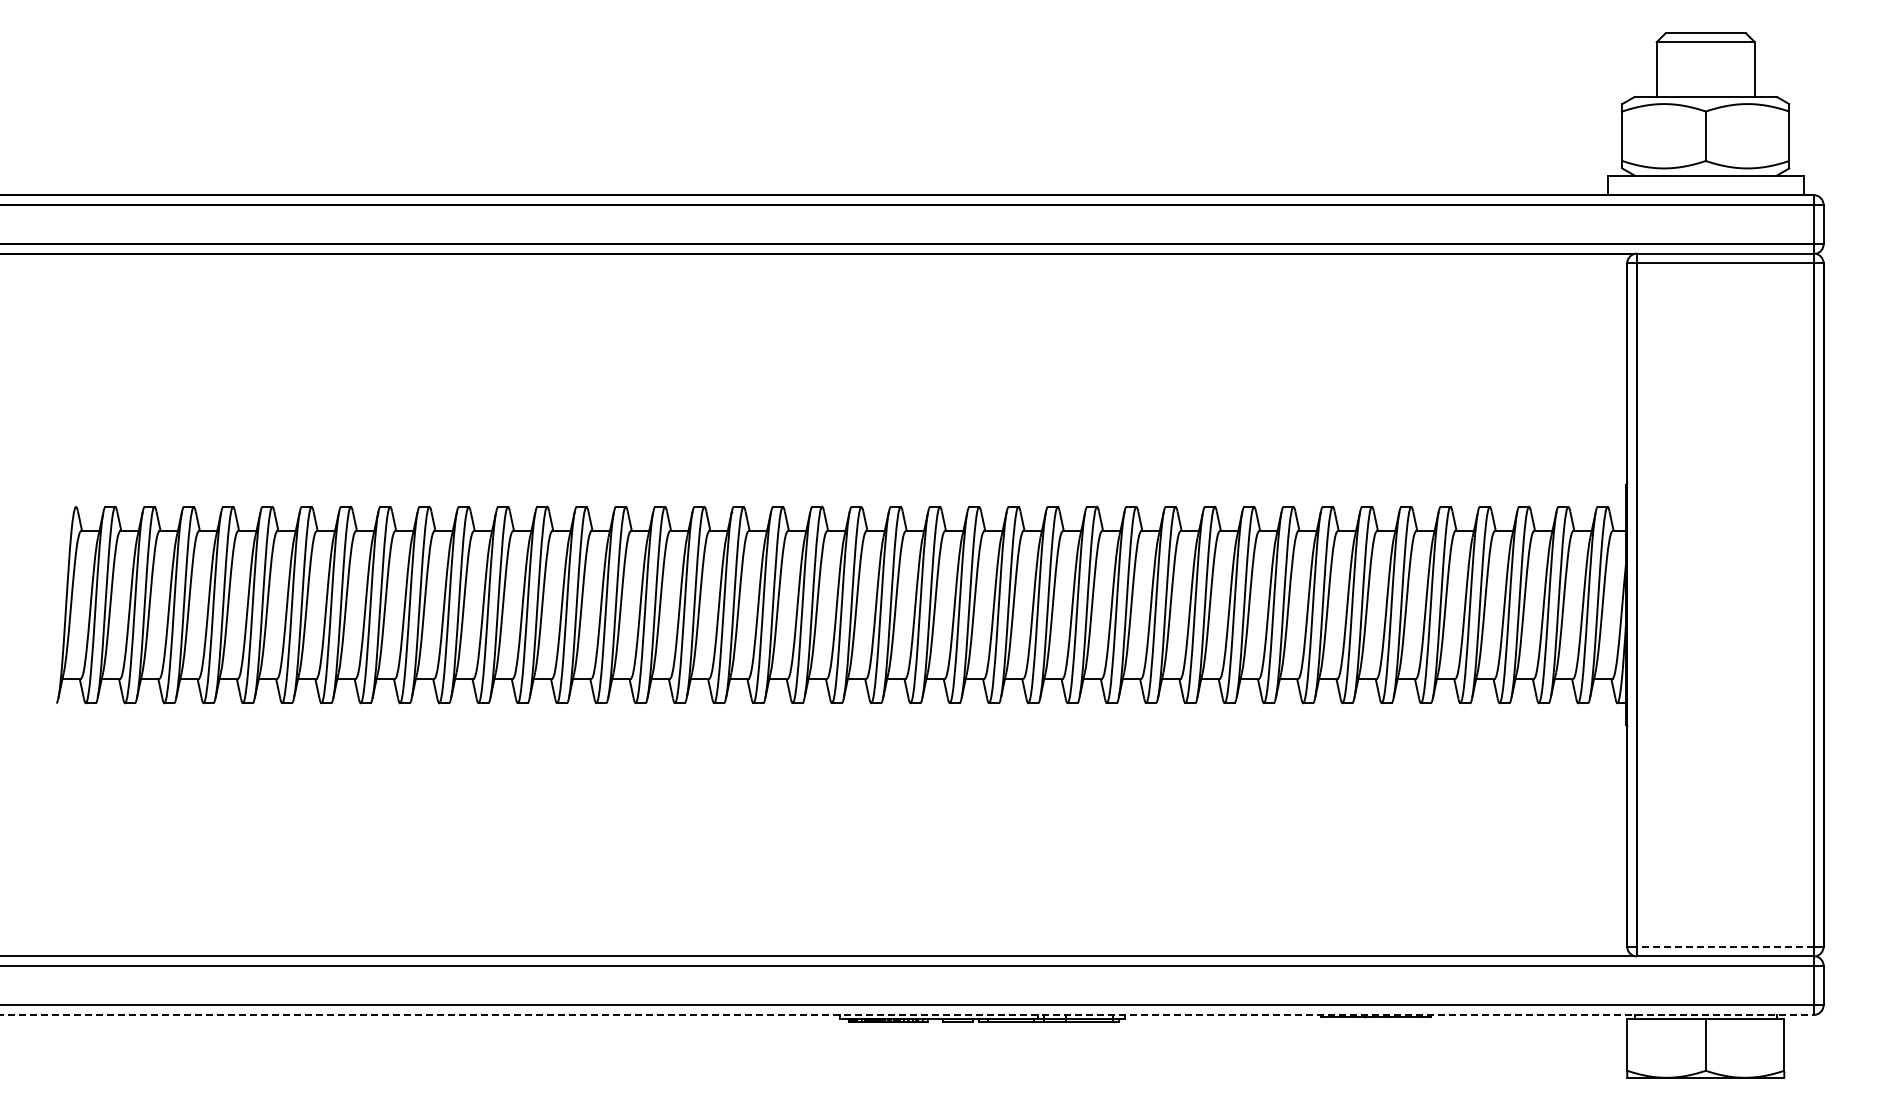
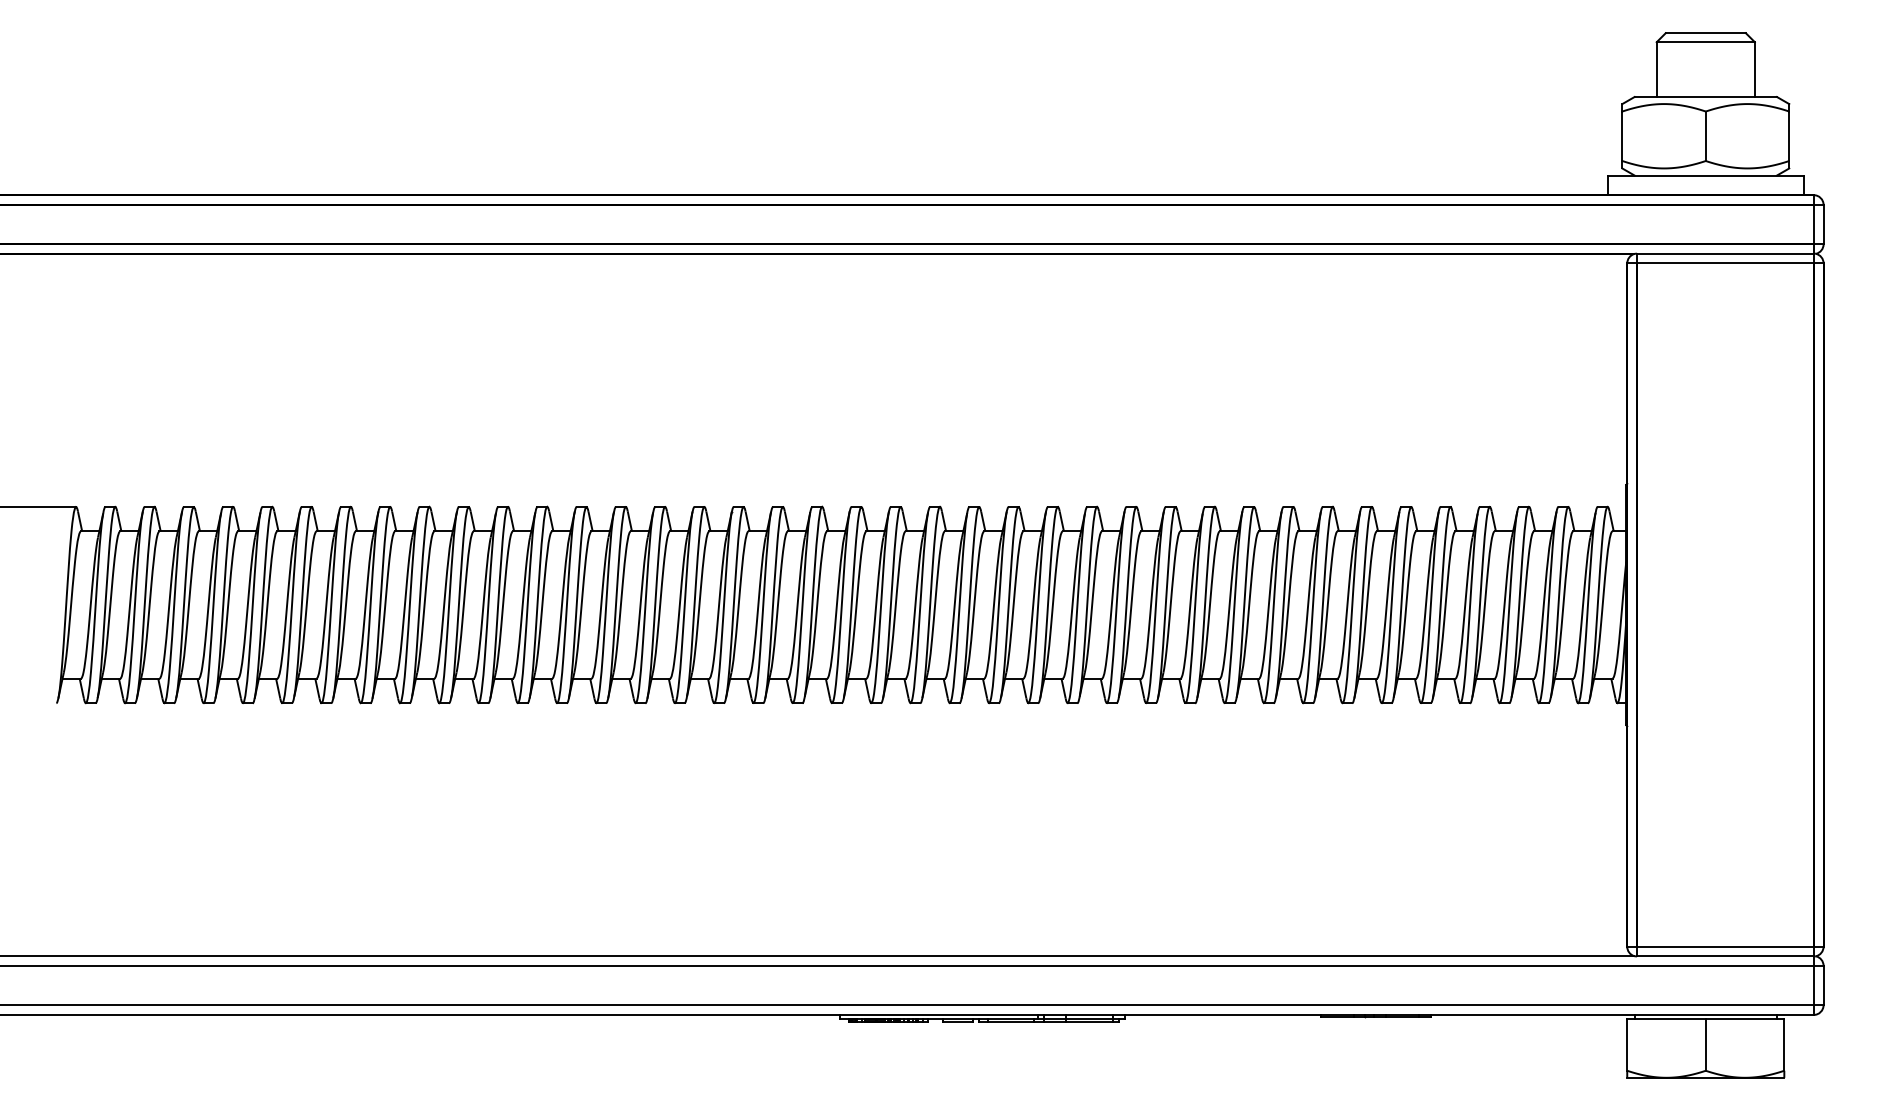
line at (39, 506): none -> present
line at (1724, 946): dashed -> solid
line at (907, 1014): dashed -> solid
